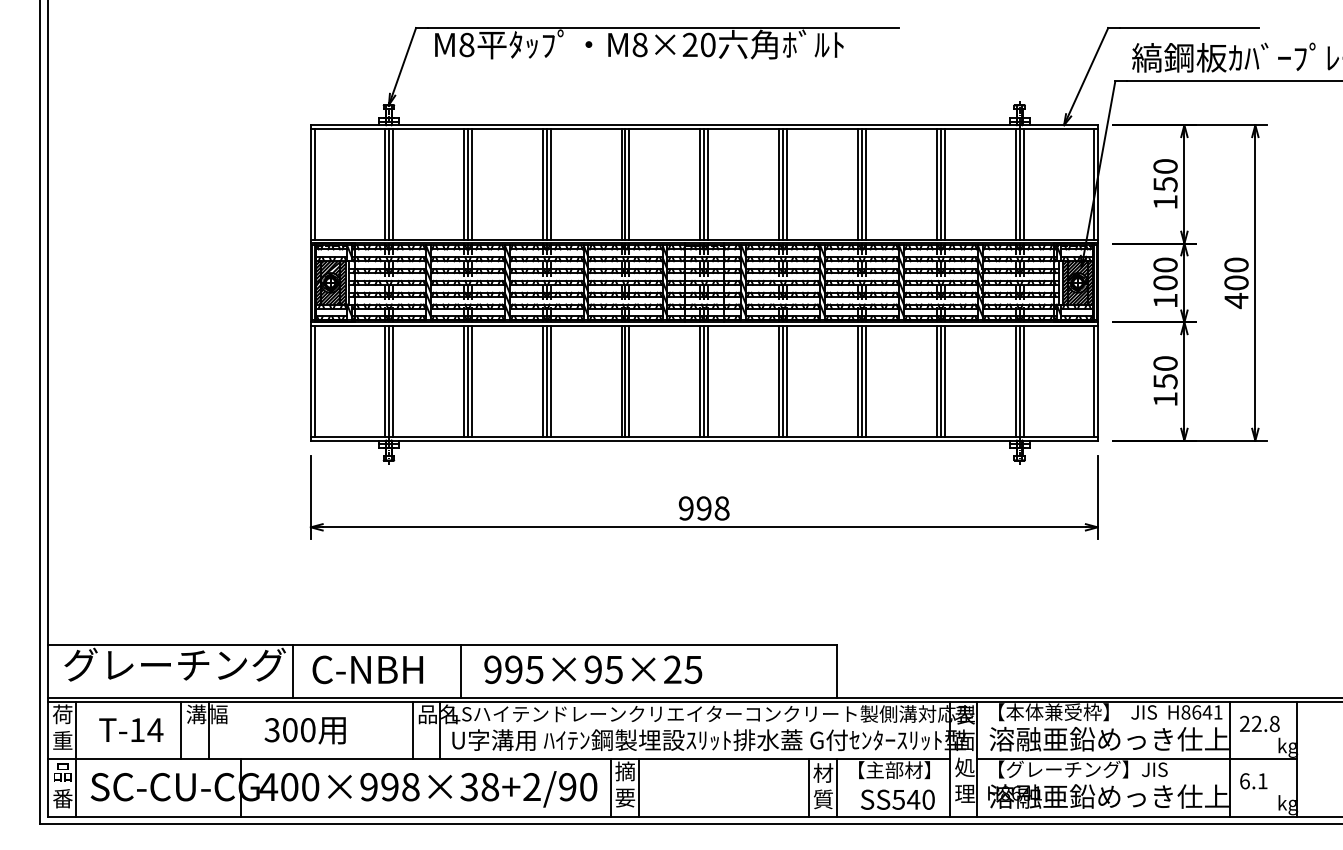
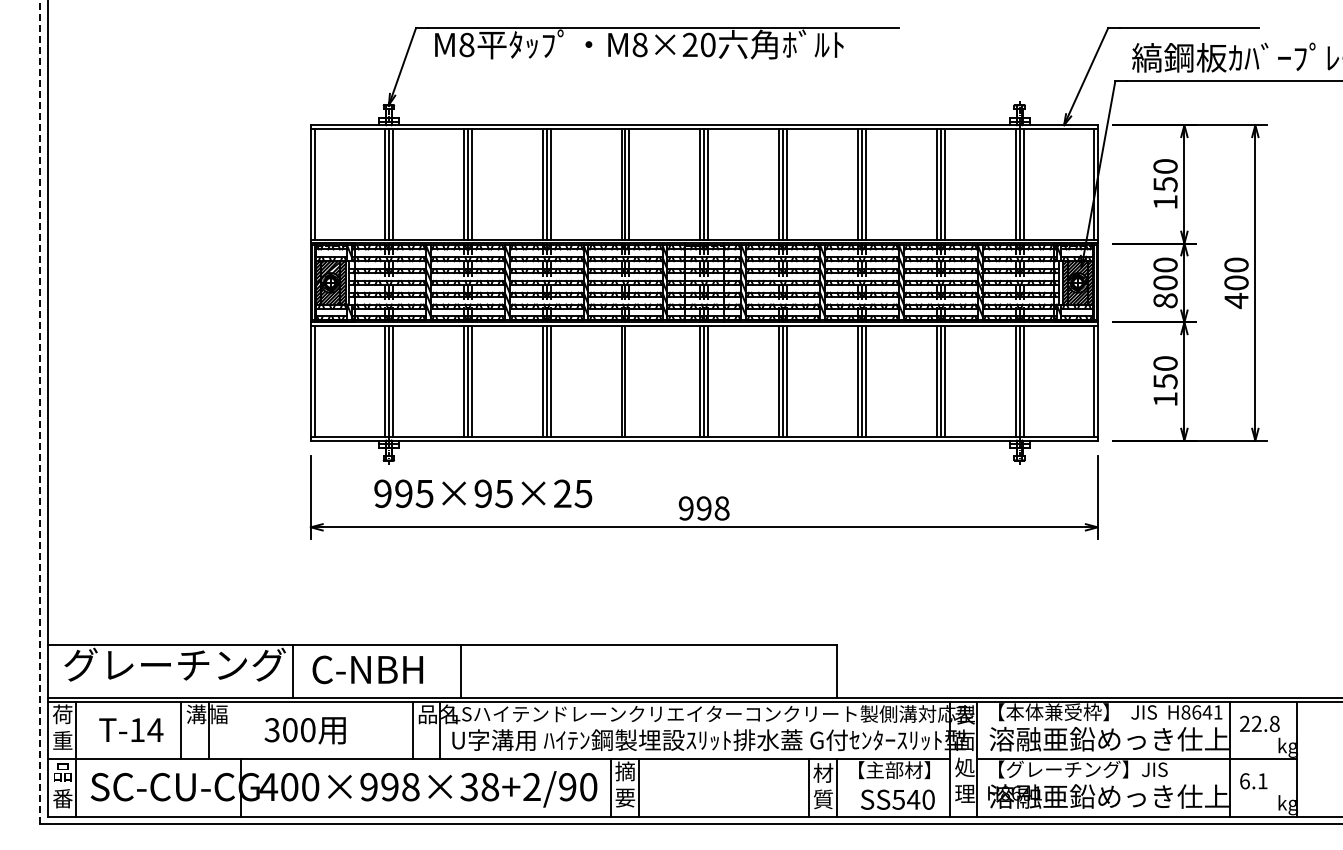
text at (1165, 300): 100 -> 800
line at (629, 381): present -> none
line at (40, 412): solid -> dashed
text at (593, 669) position: (593, 669) -> (483, 493)
